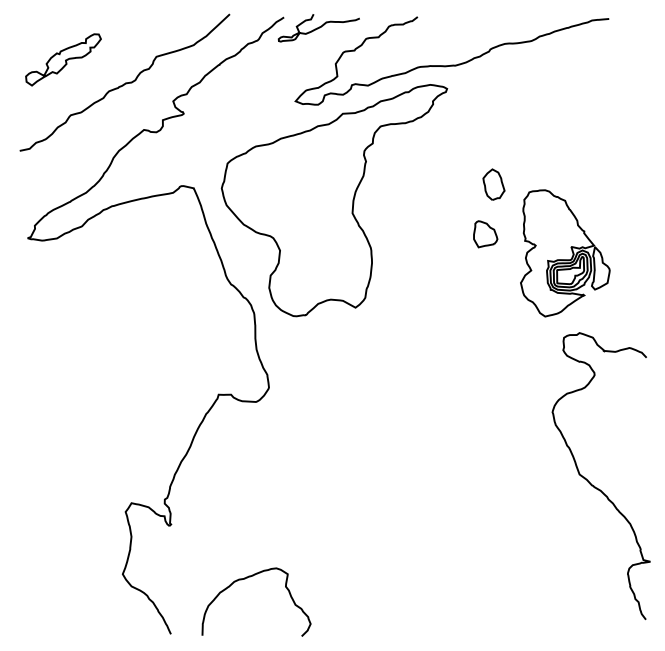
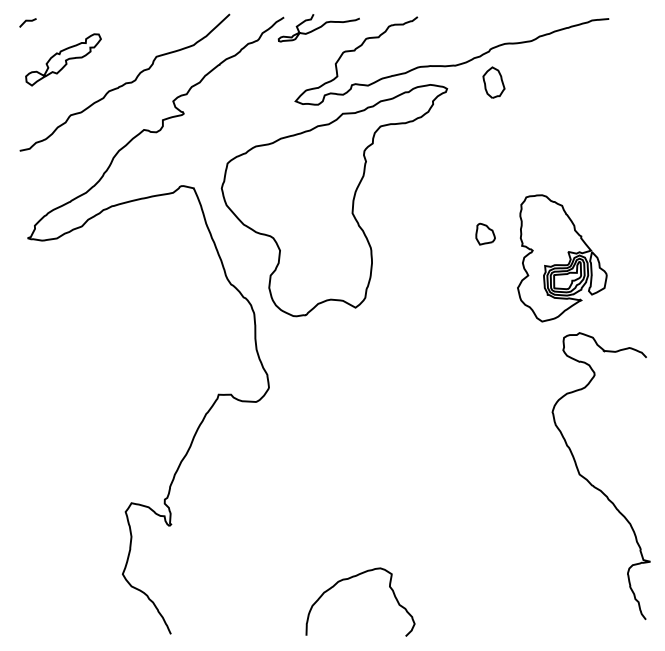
curve at (27, 21): none -> present
part at (493, 184) position: (493, 184) -> (493, 82)
part at (485, 234) size: 26x29 px -> 21x24 px
part at (565, 253) position: (565, 253) -> (562, 258)
curve at (245, 579) position: (245, 579) -> (349, 579)
